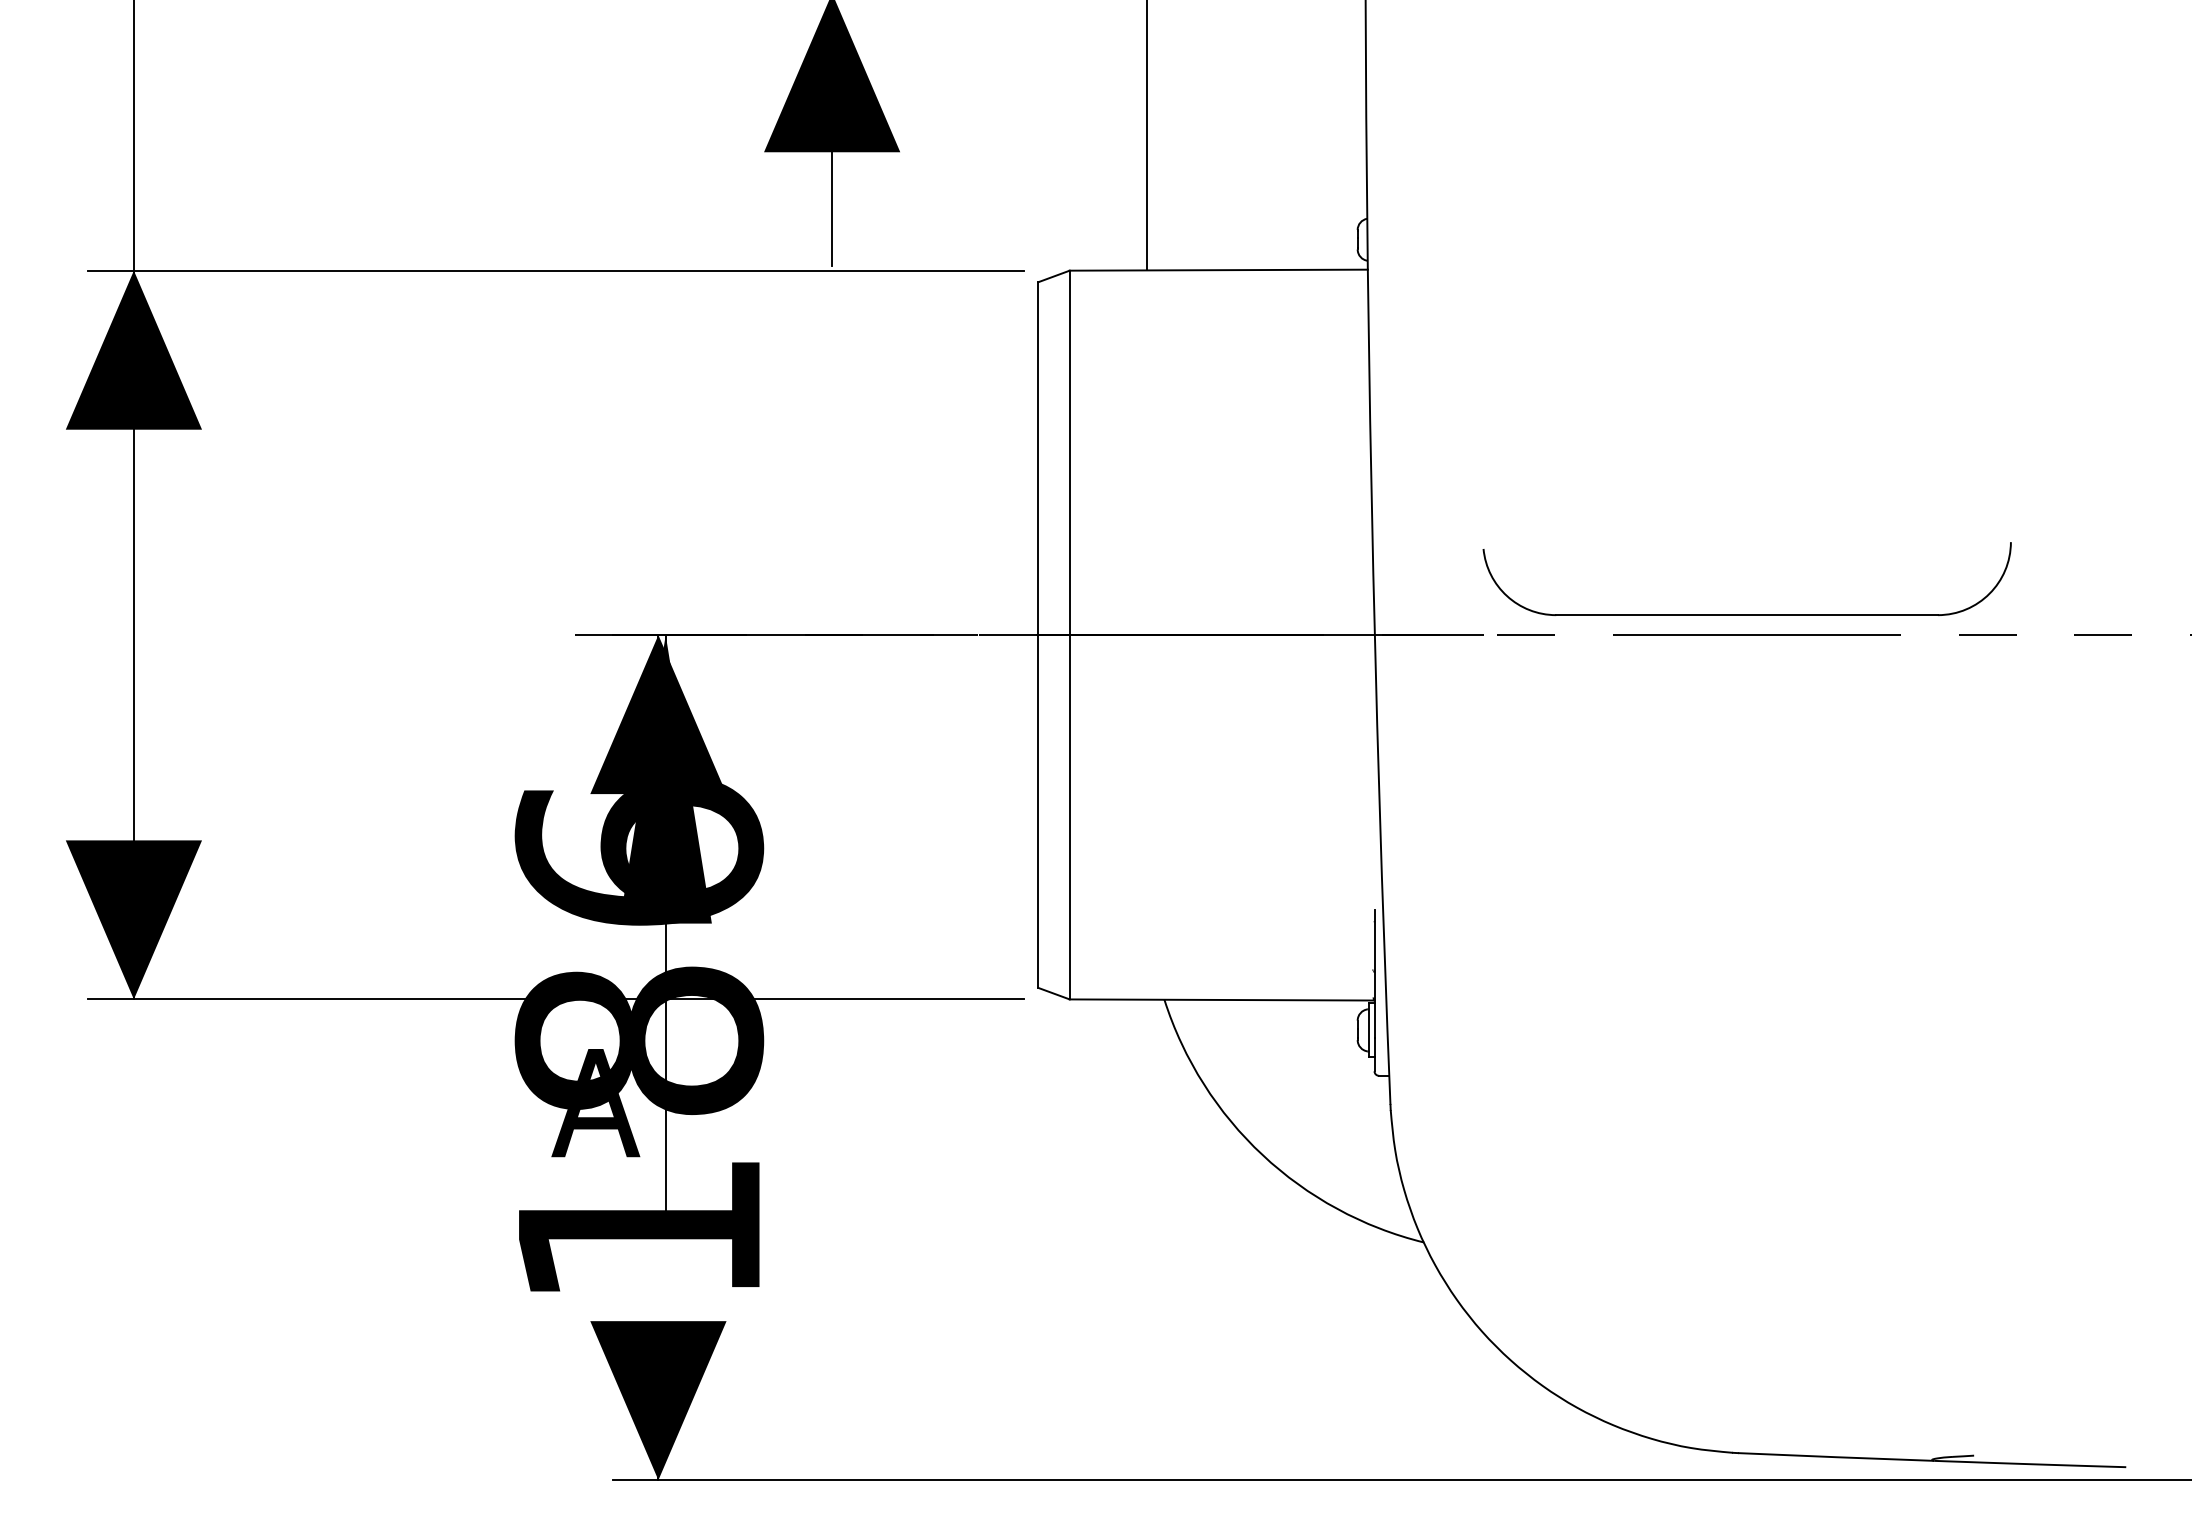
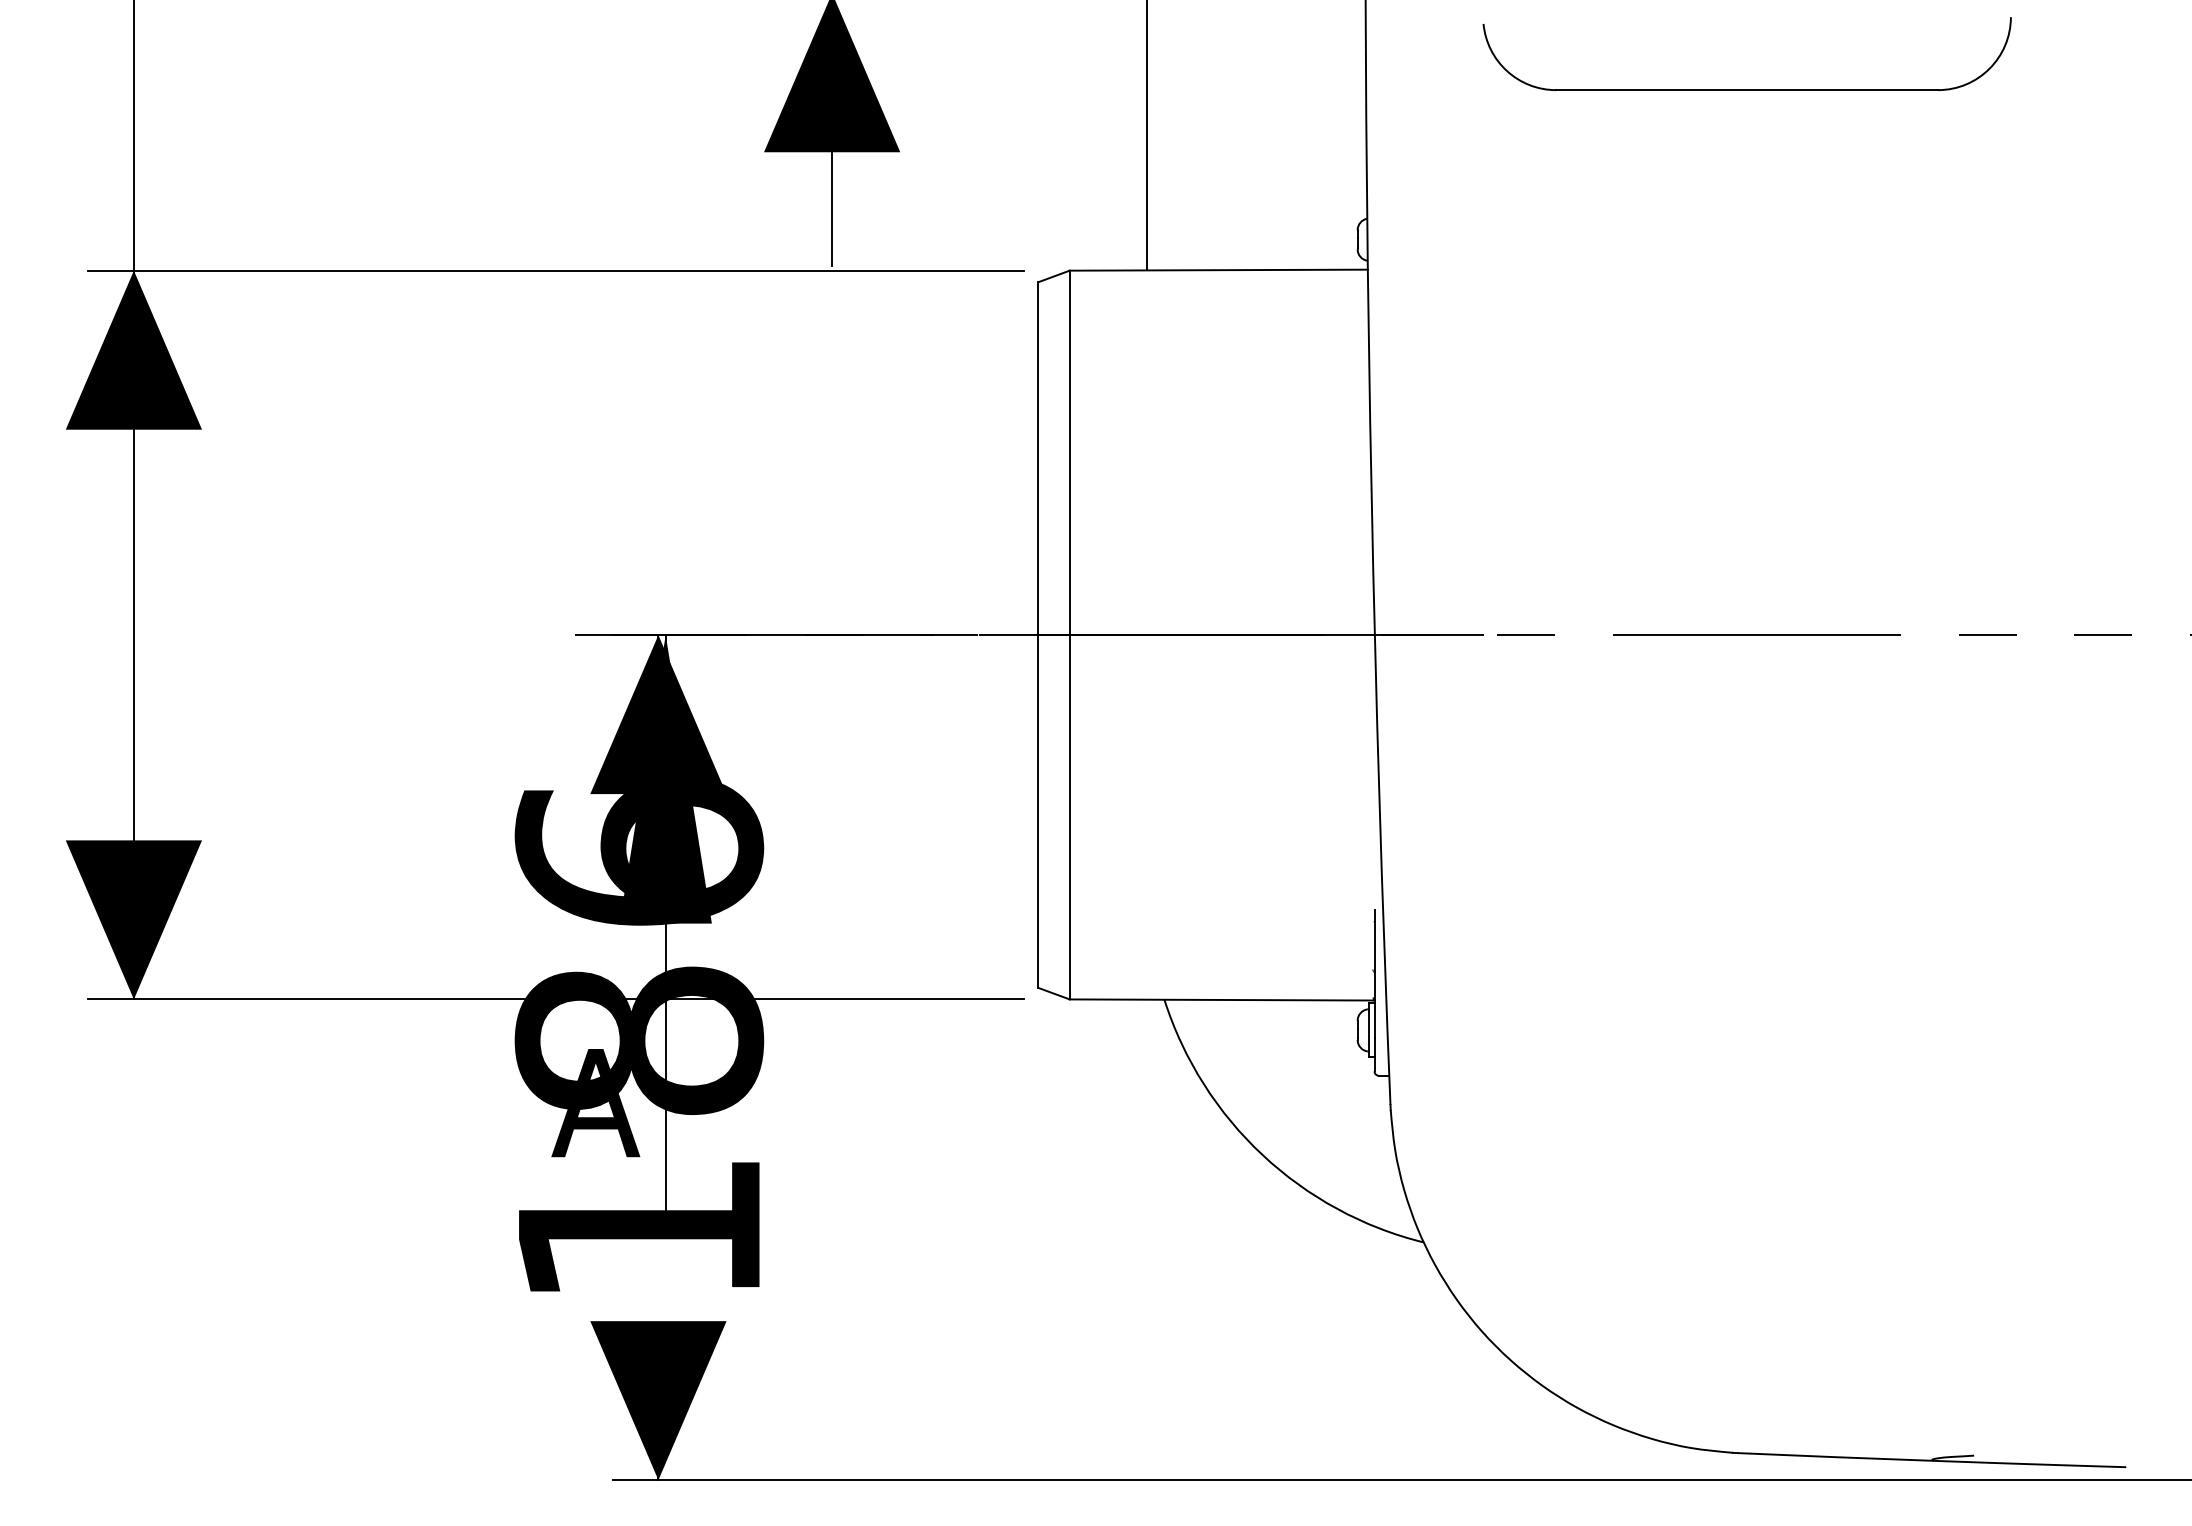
part at (1746, 614) position: (1746, 614) -> (1746, 89)
